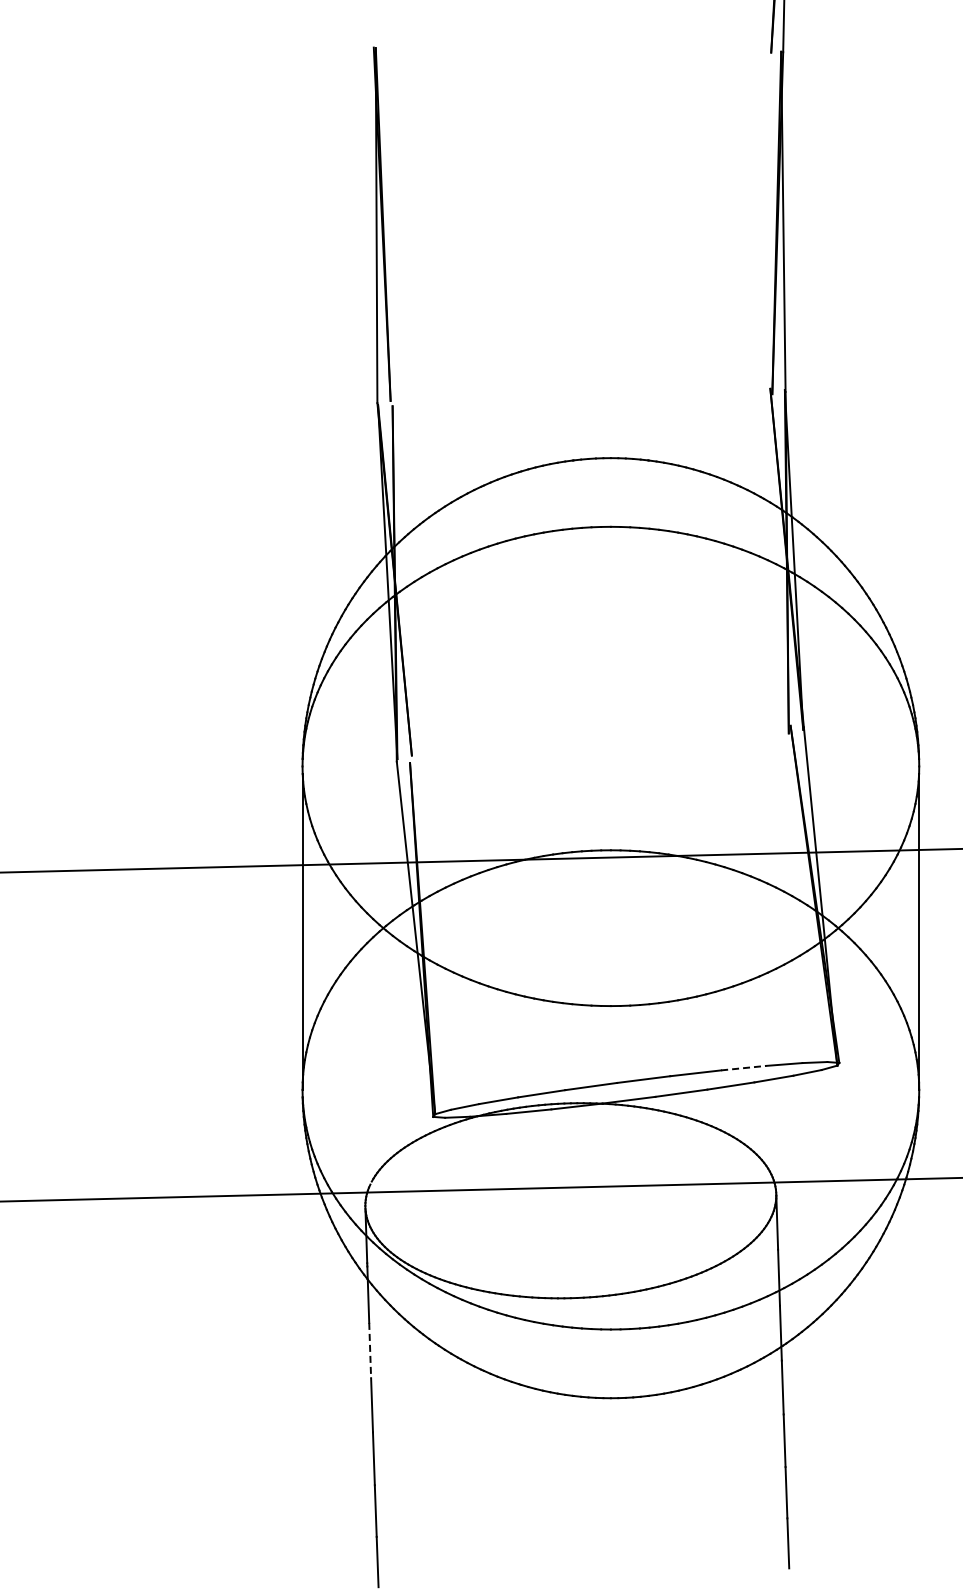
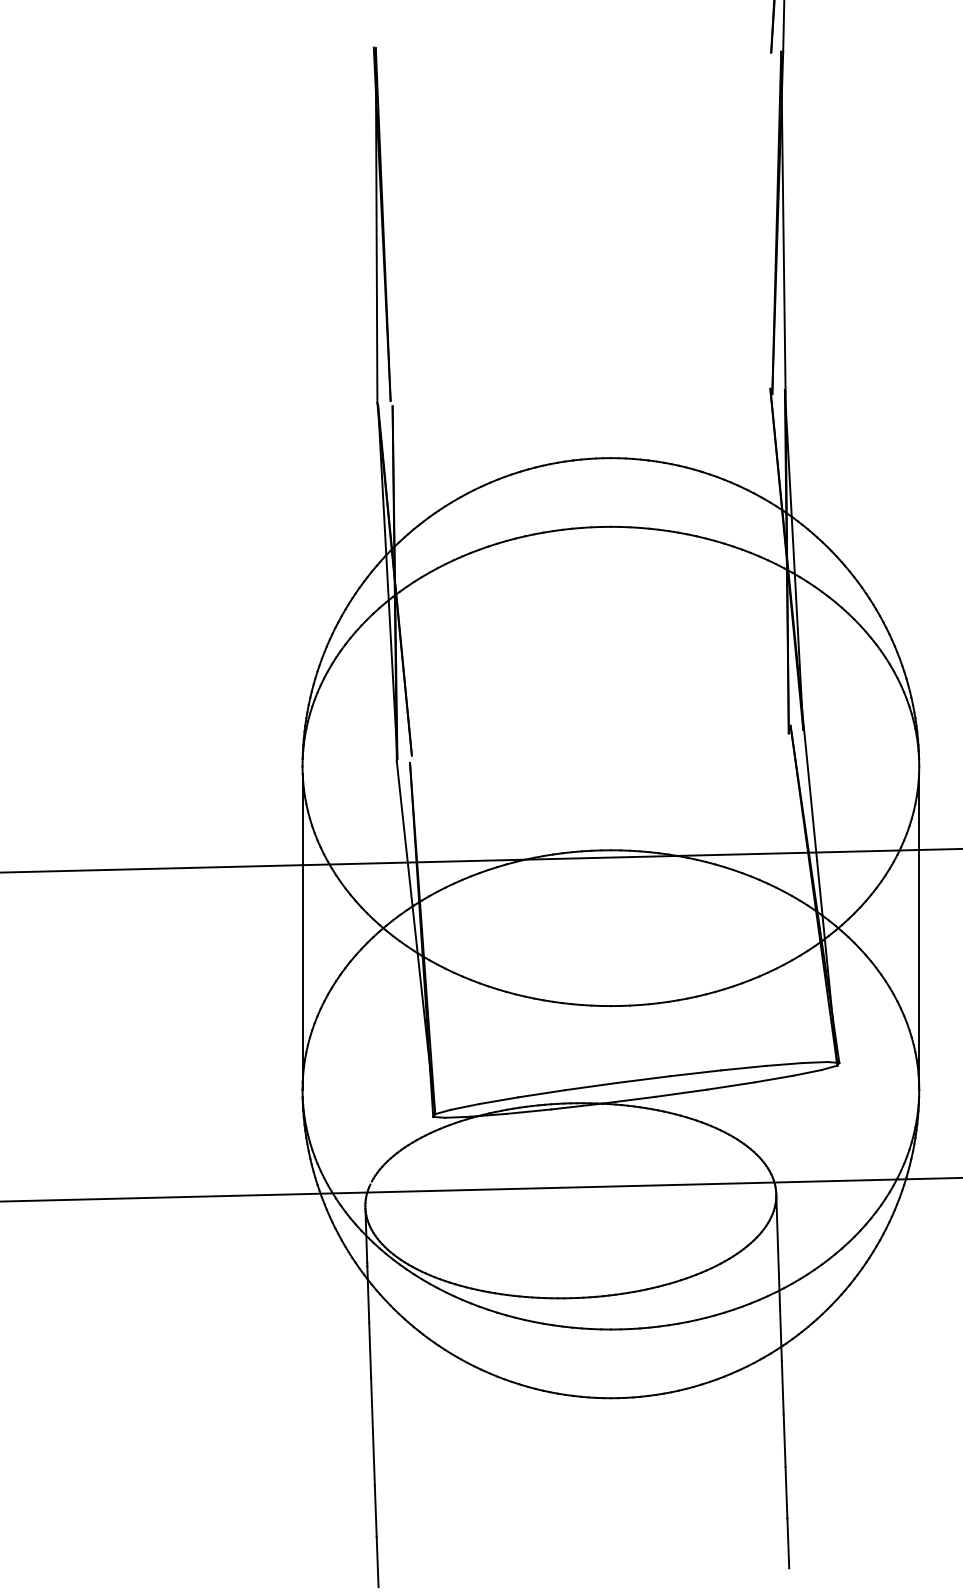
line at (743, 1068): dashed -> solid
line at (370, 1350): dashed -> solid
